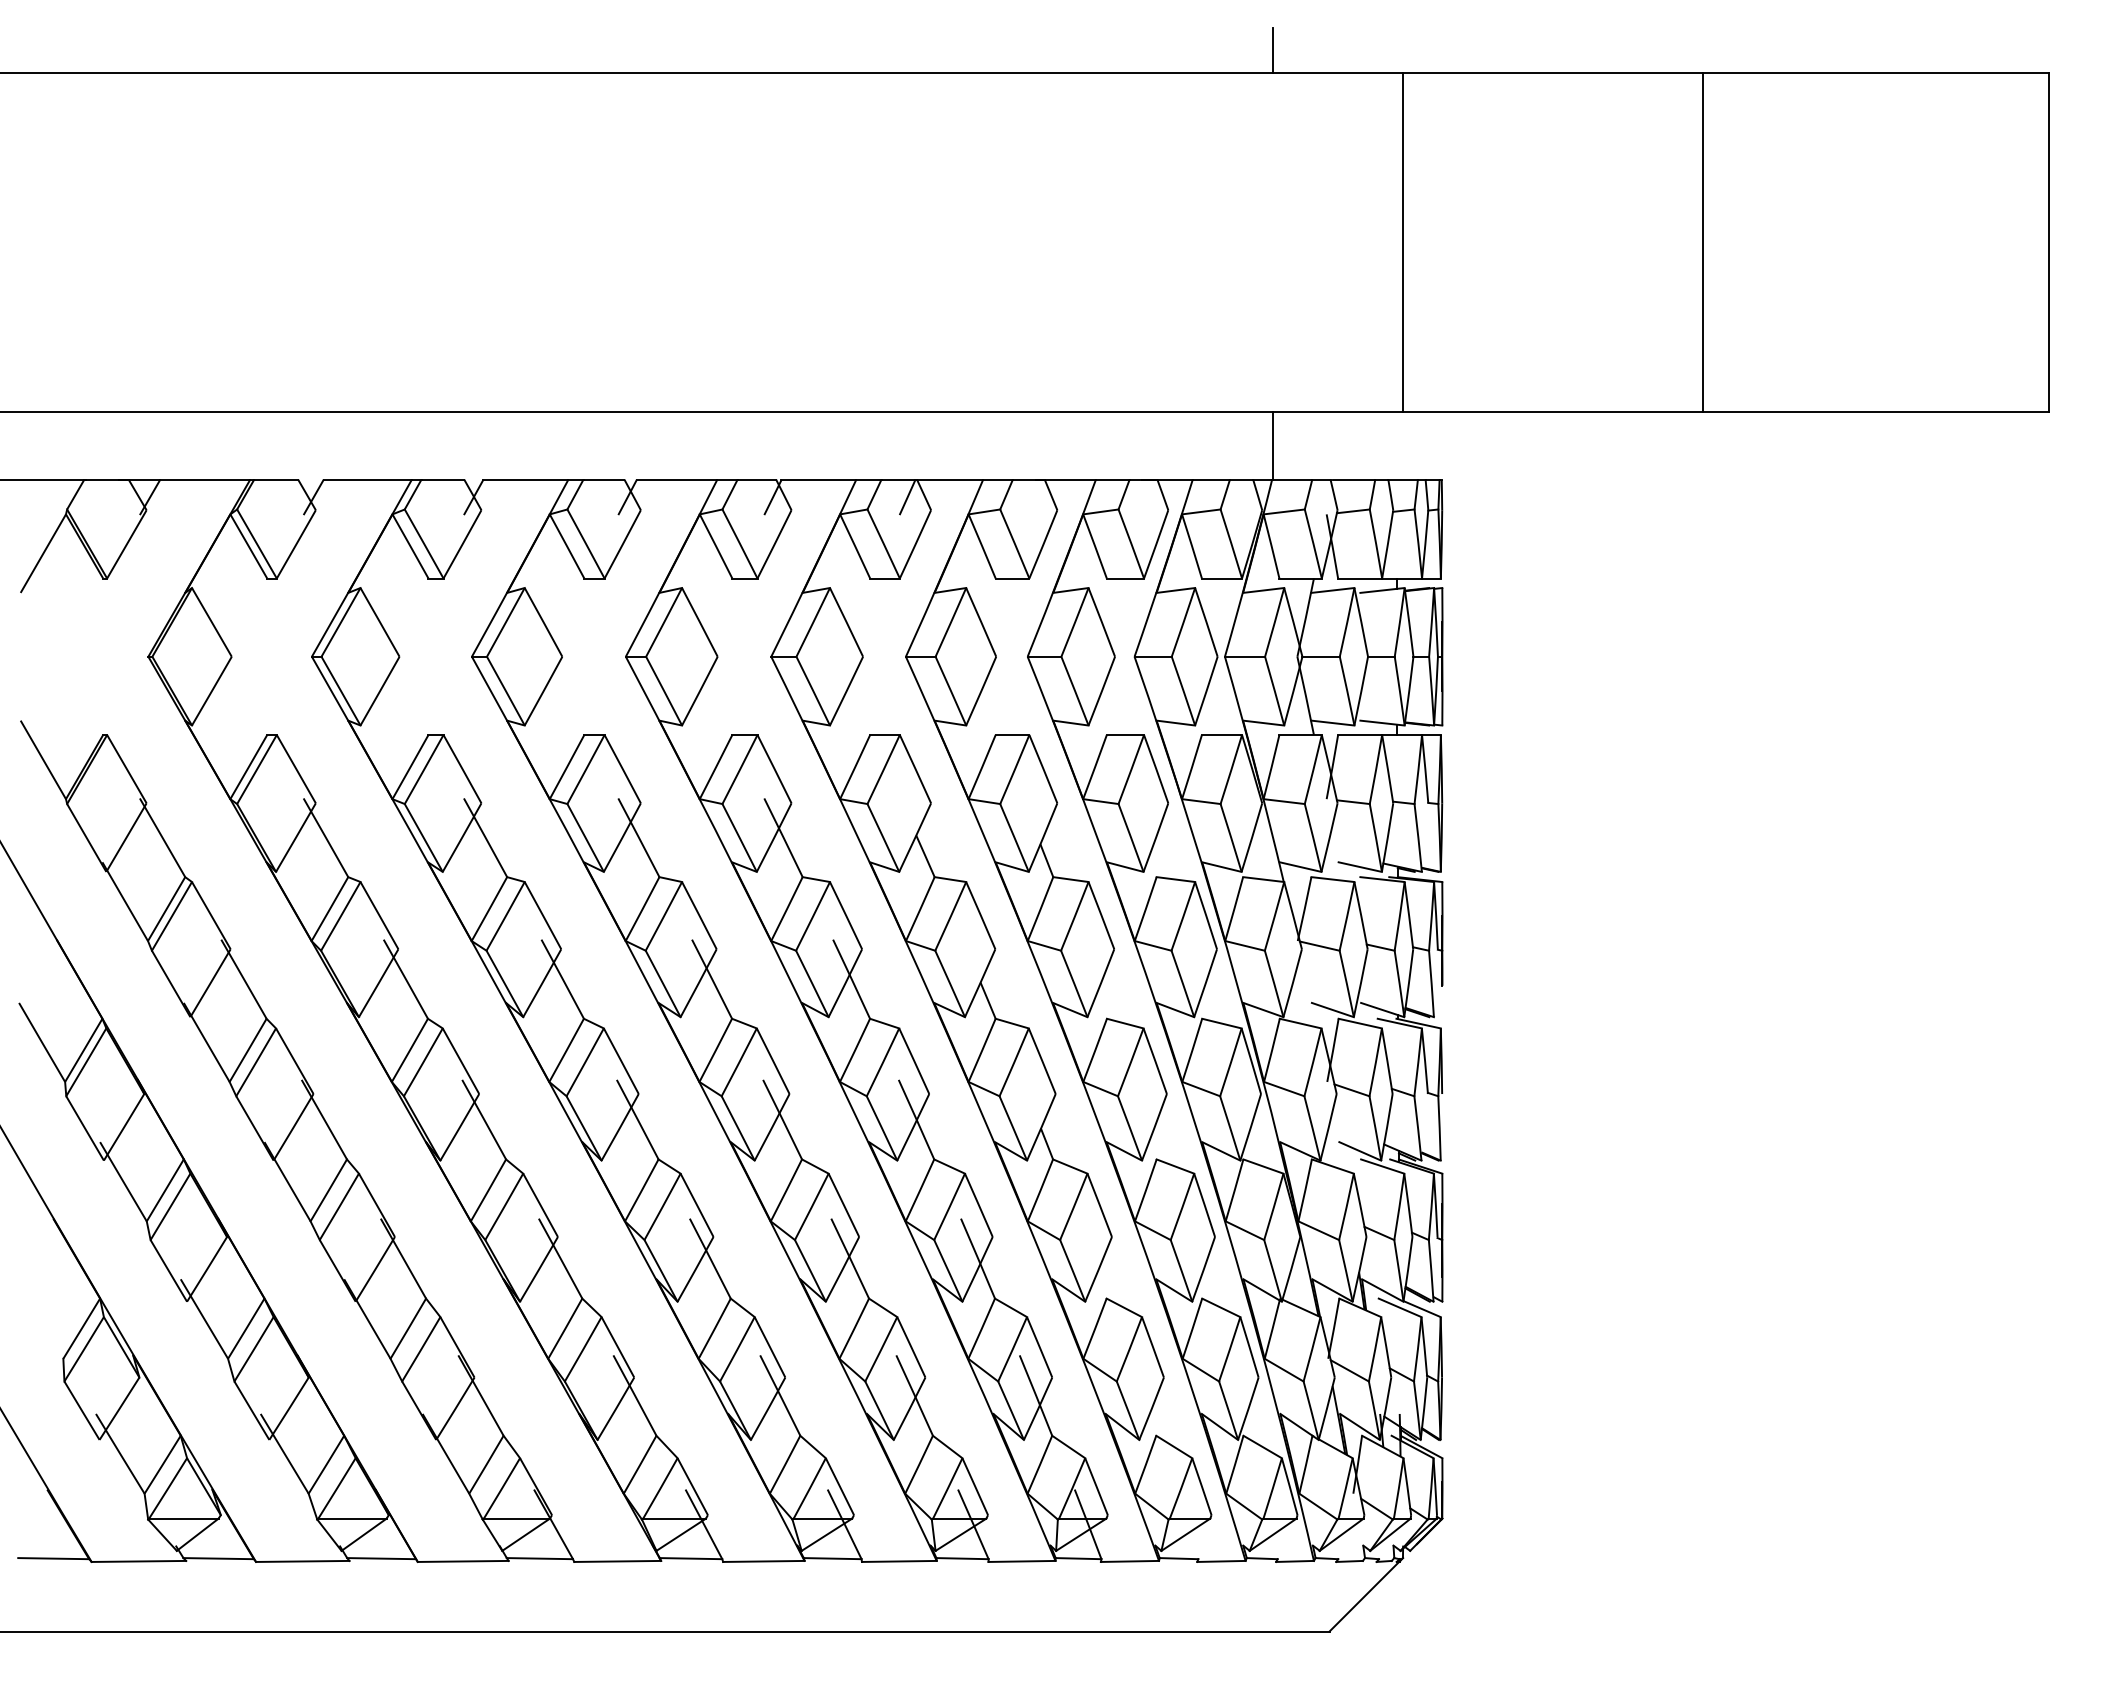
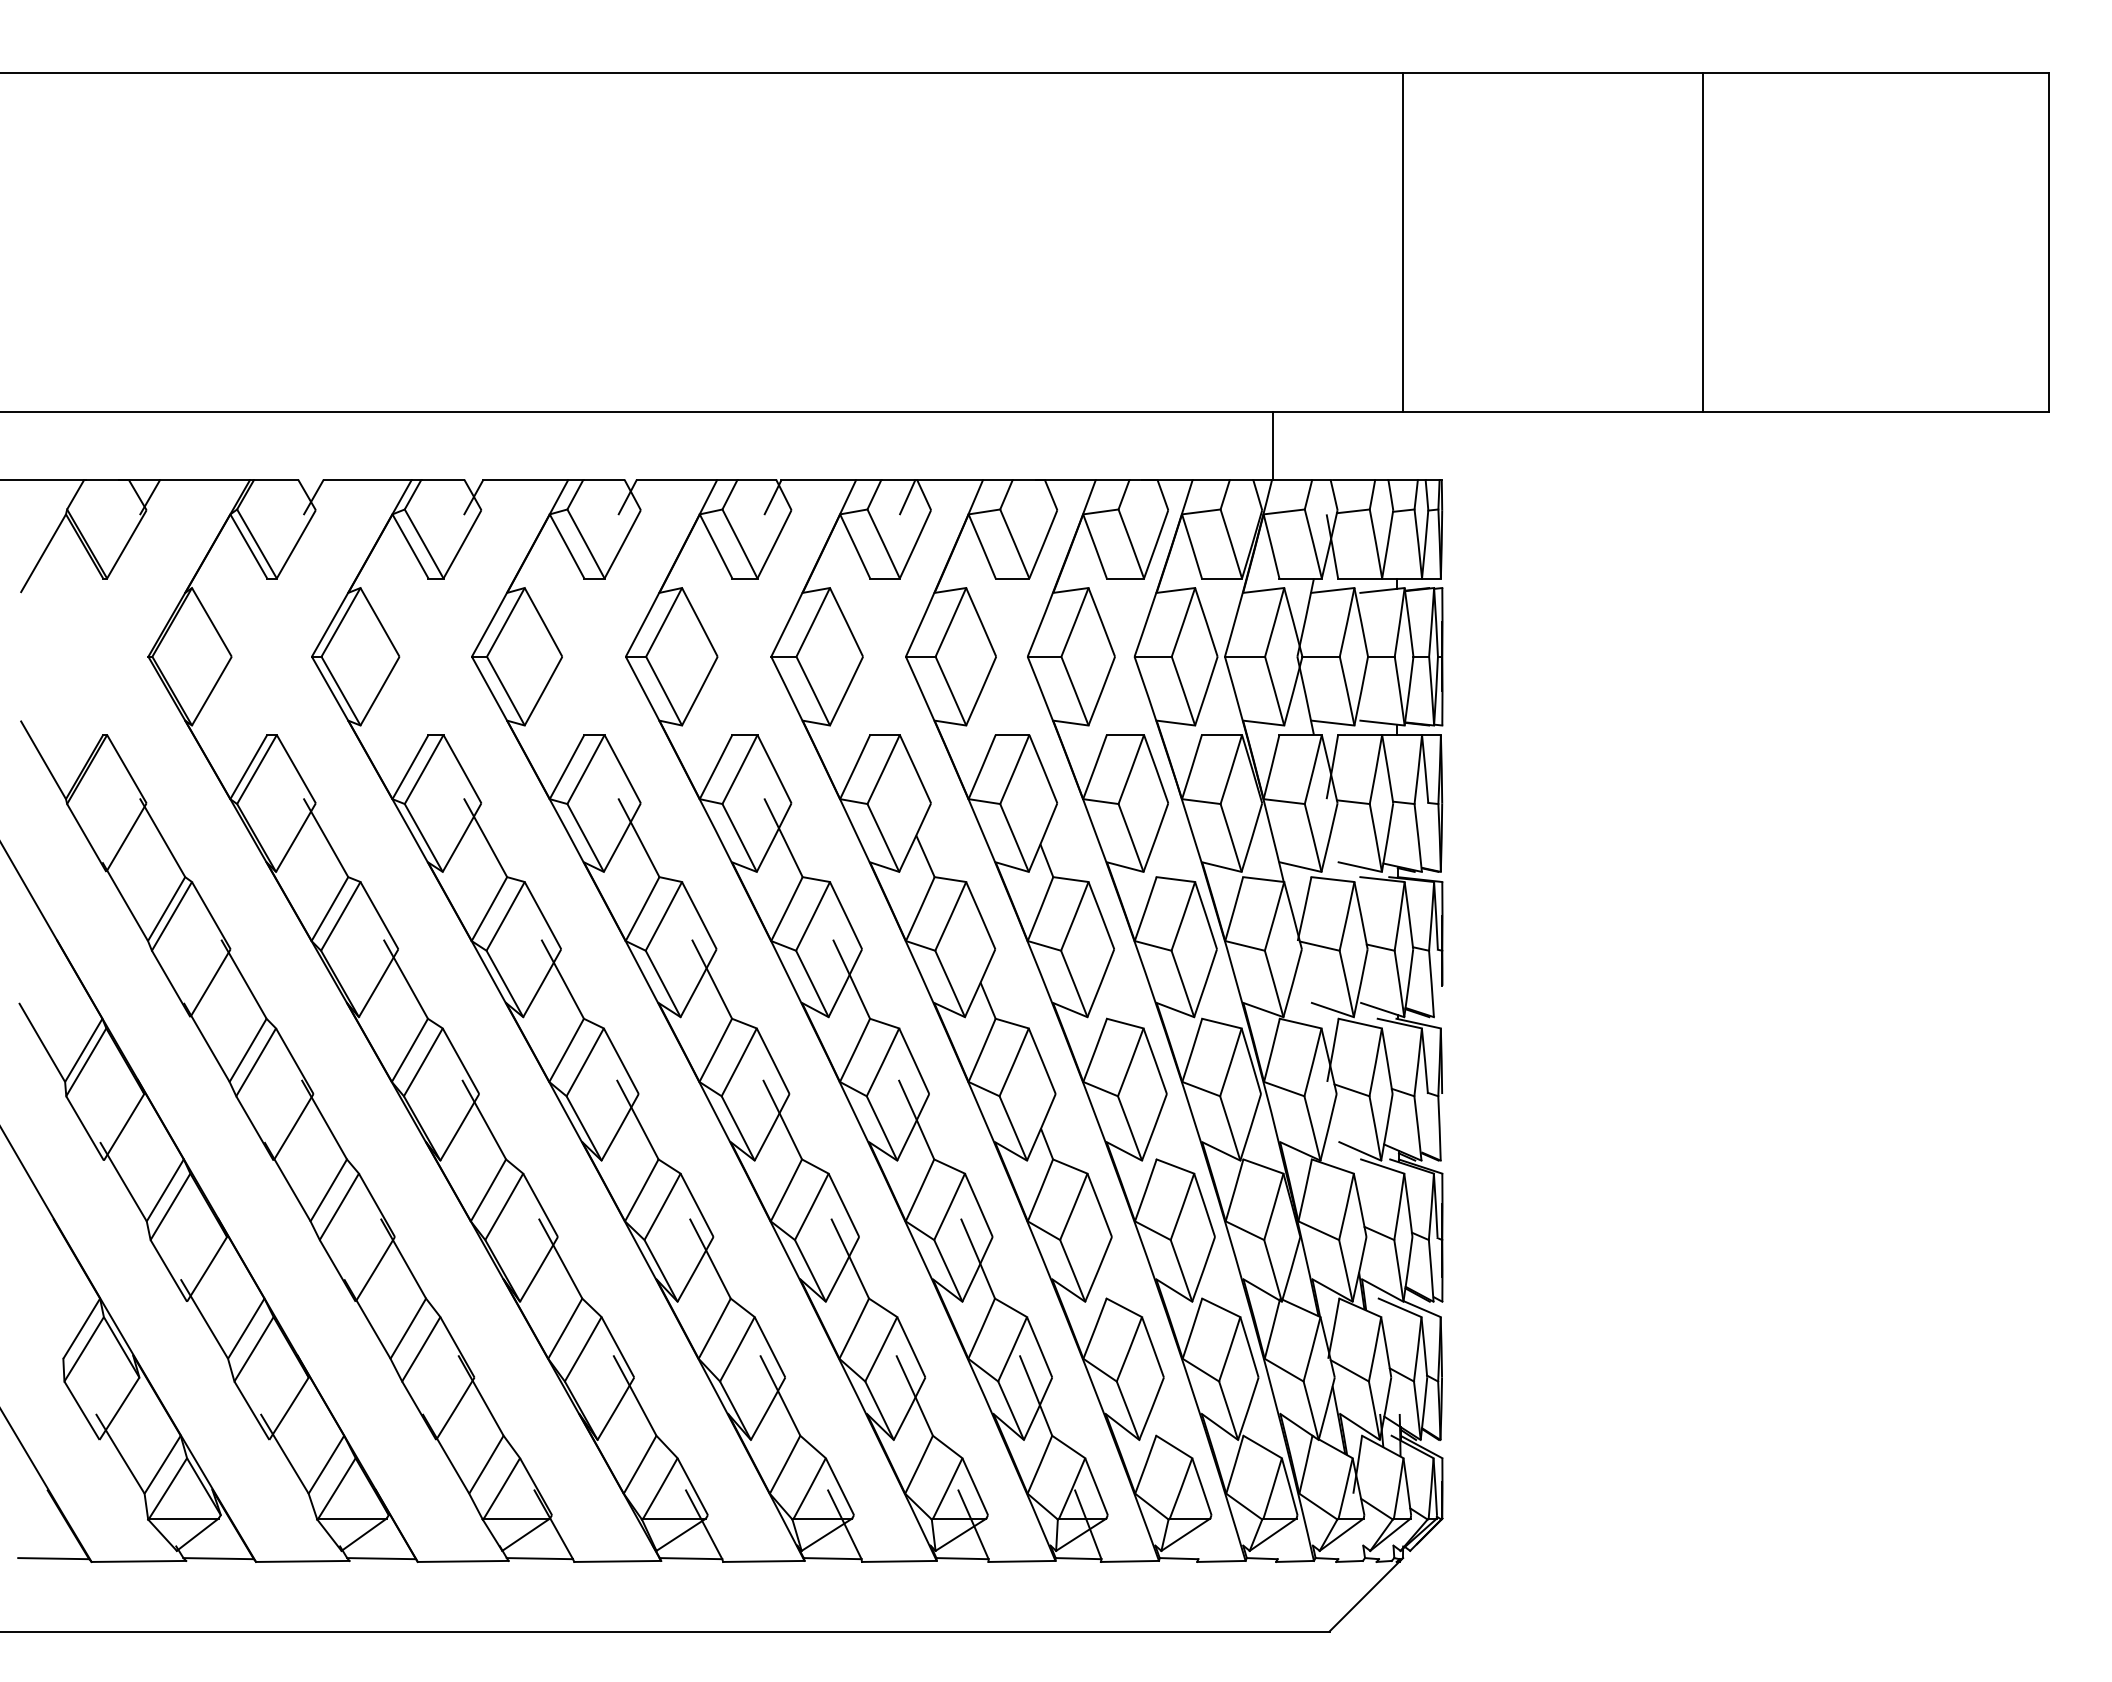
line at (1273, 50): present -> none
